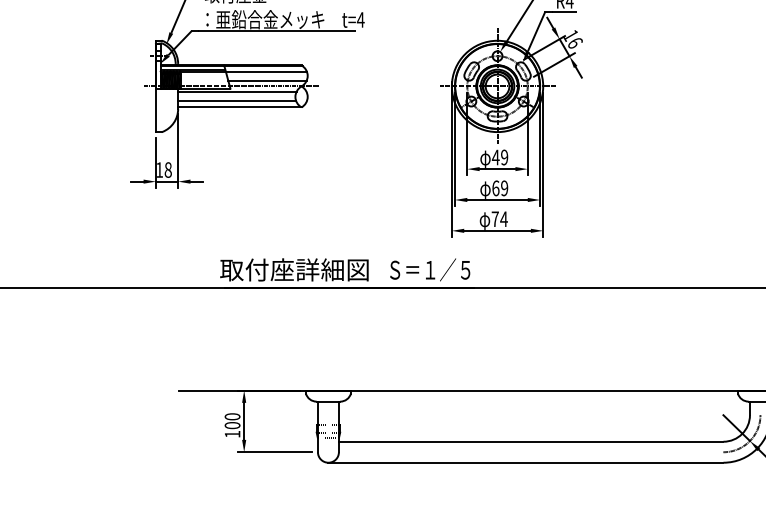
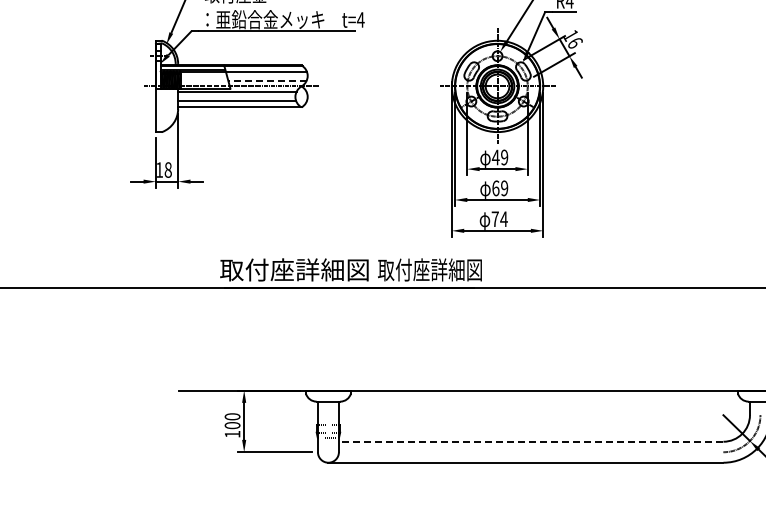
line at (267, 81): solid -> dashed
text at (429, 269): Ｓ＝１／５ -> 取付座詳細図
line at (530, 441): solid -> dashed
